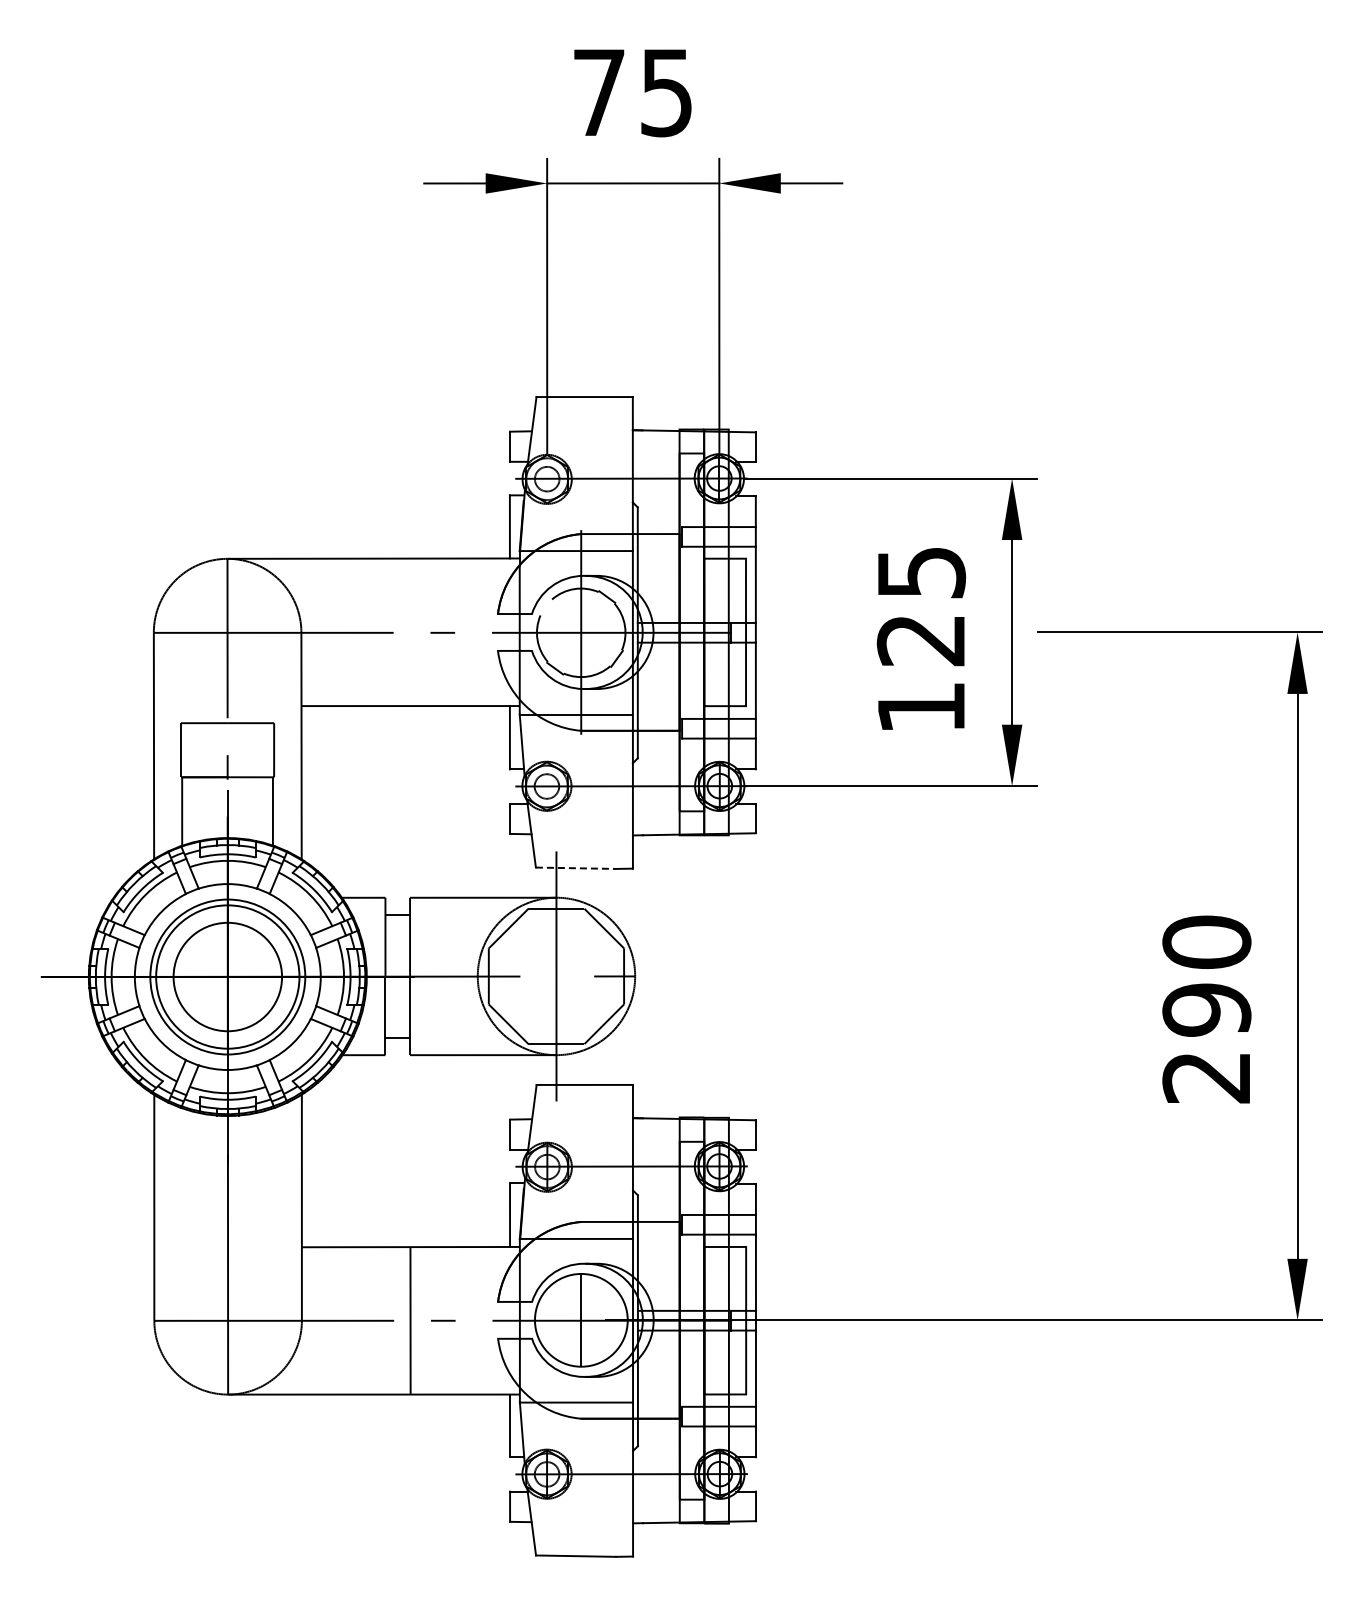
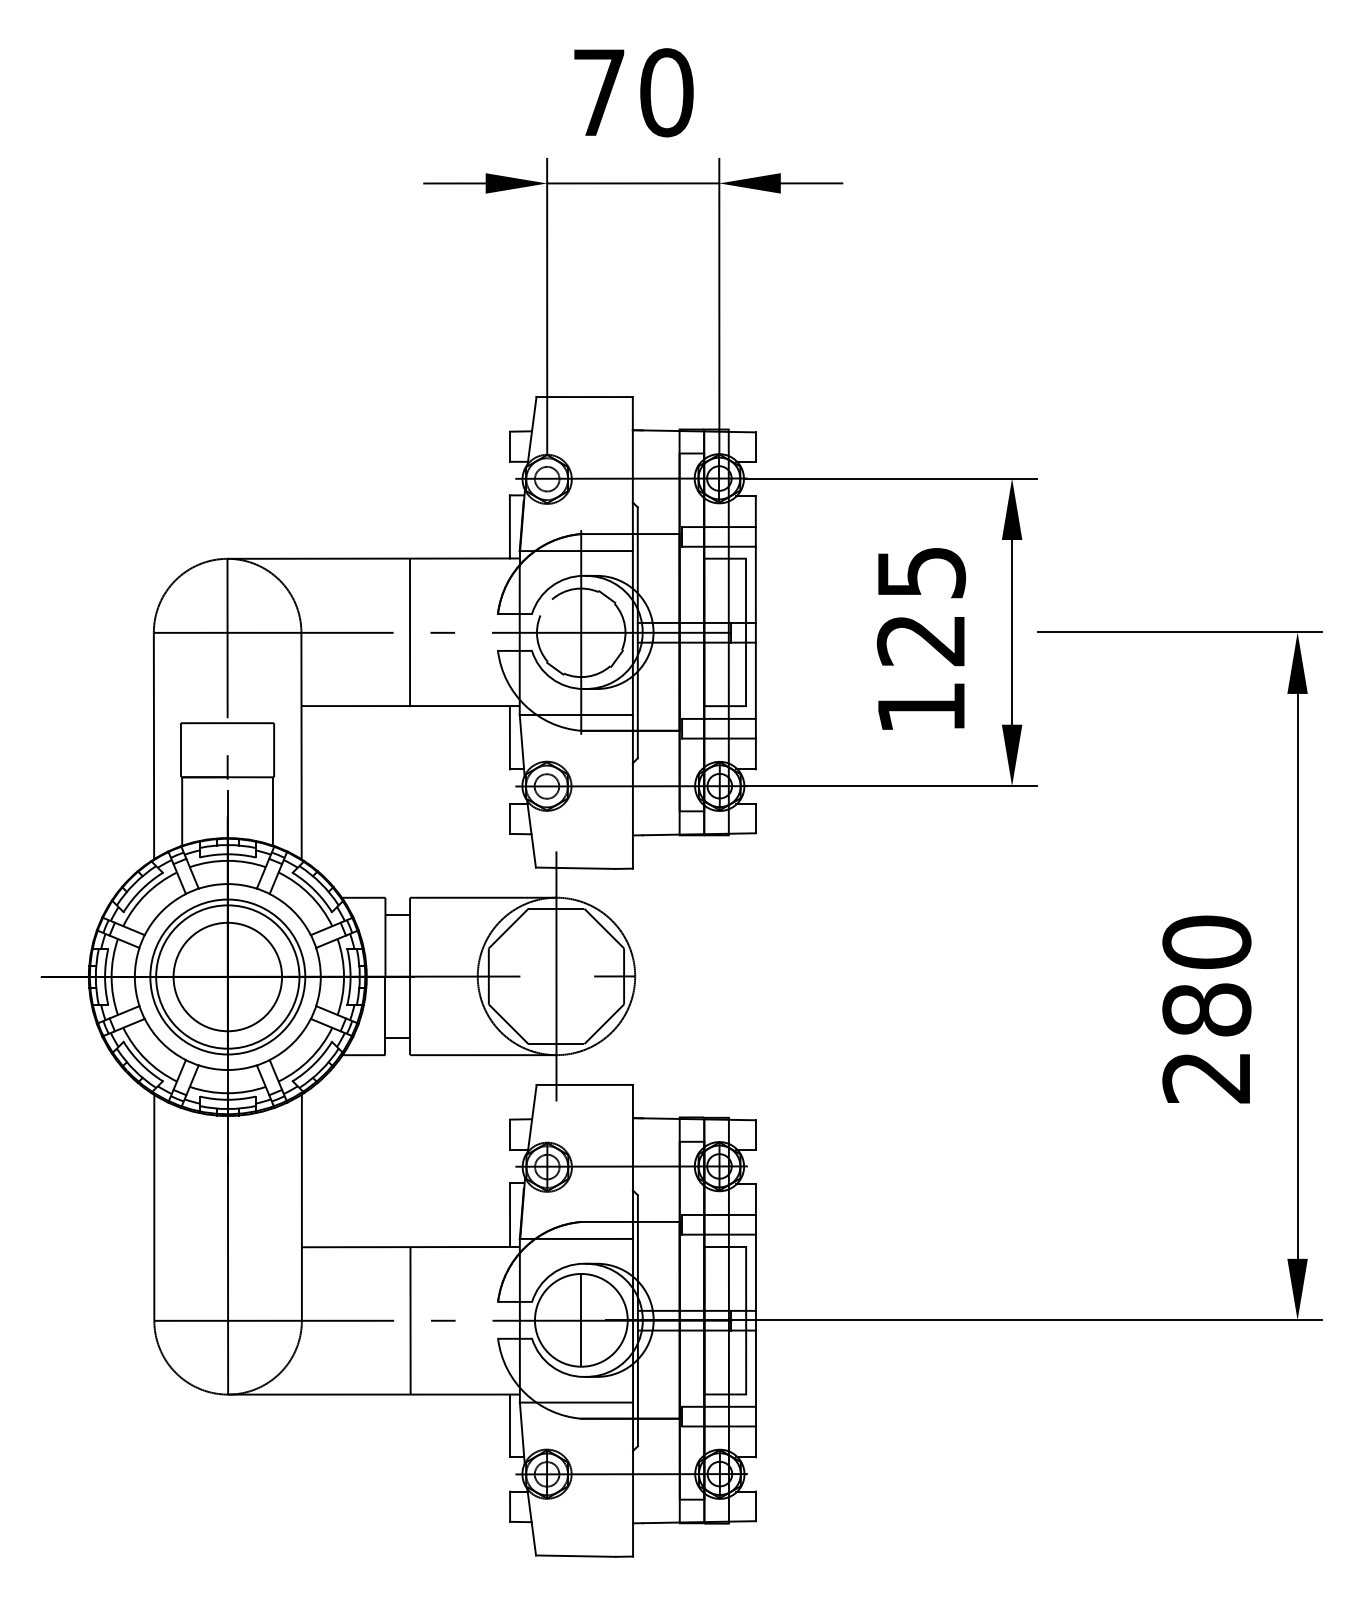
text at (666, 92): 75 -> 70
line at (410, 632): none -> present
line at (575, 868): dashed -> solid
text at (1206, 1009): 290 -> 280
